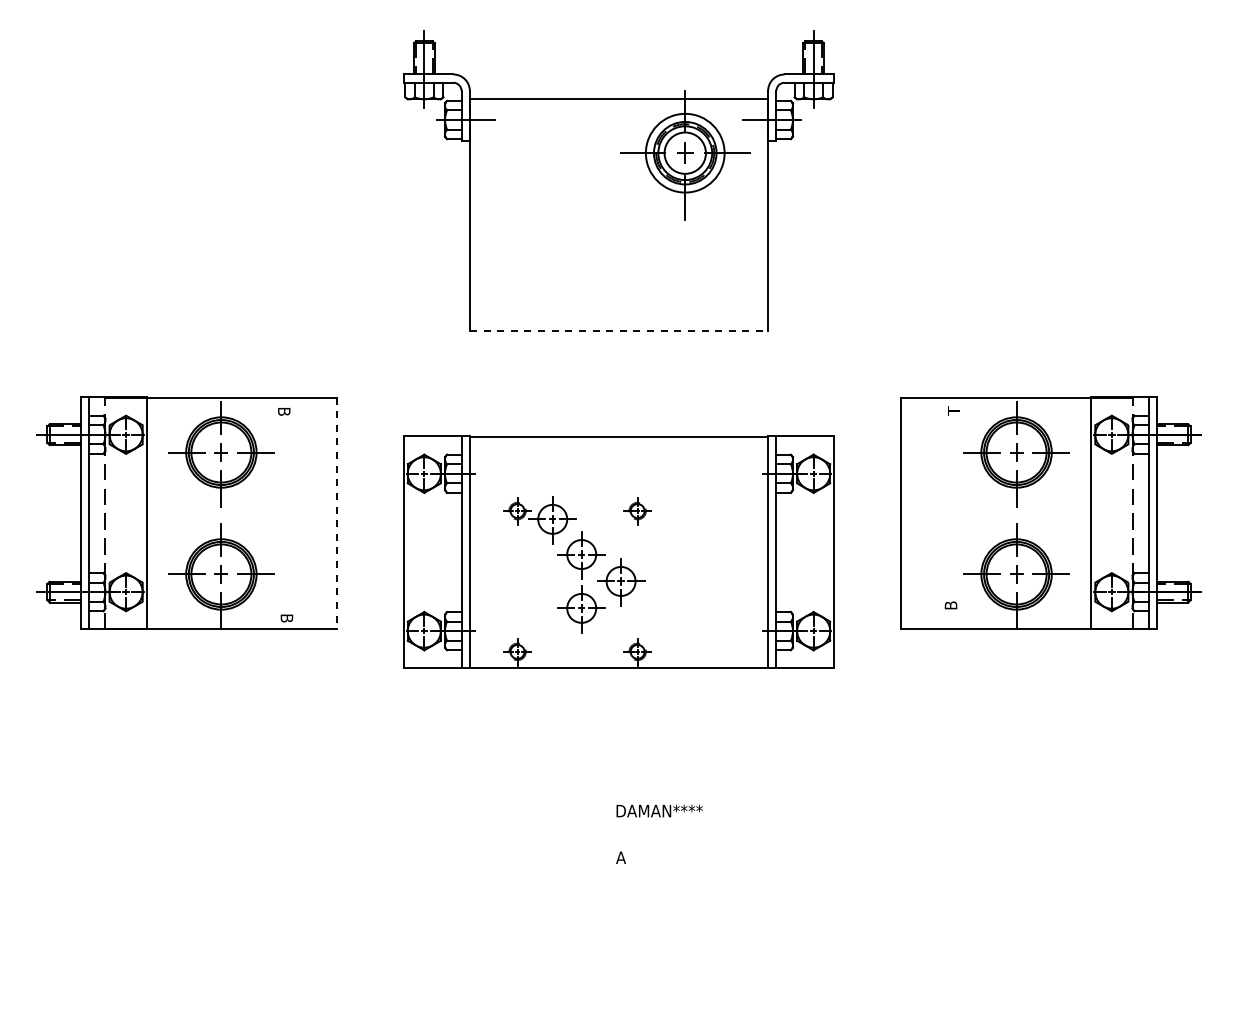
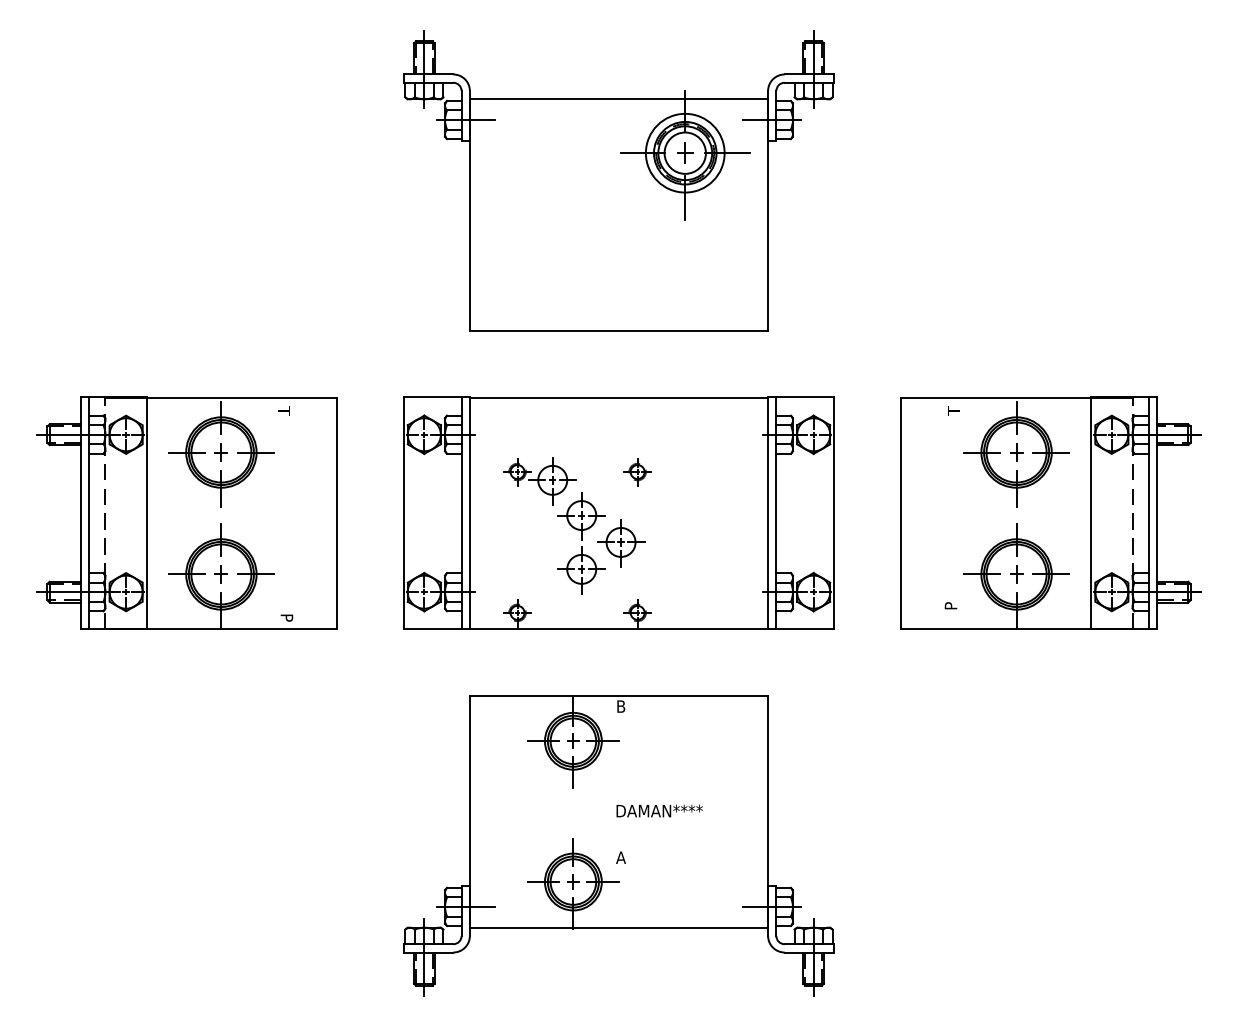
line at (619, 331): dashed -> solid
text at (284, 410): B -> T
line at (337, 513): dashed -> solid
part at (618, 551) position: (618, 551) -> (618, 512)
text at (951, 604): B -> P
text at (286, 619): B -> P
part at (618, 845): none -> present
